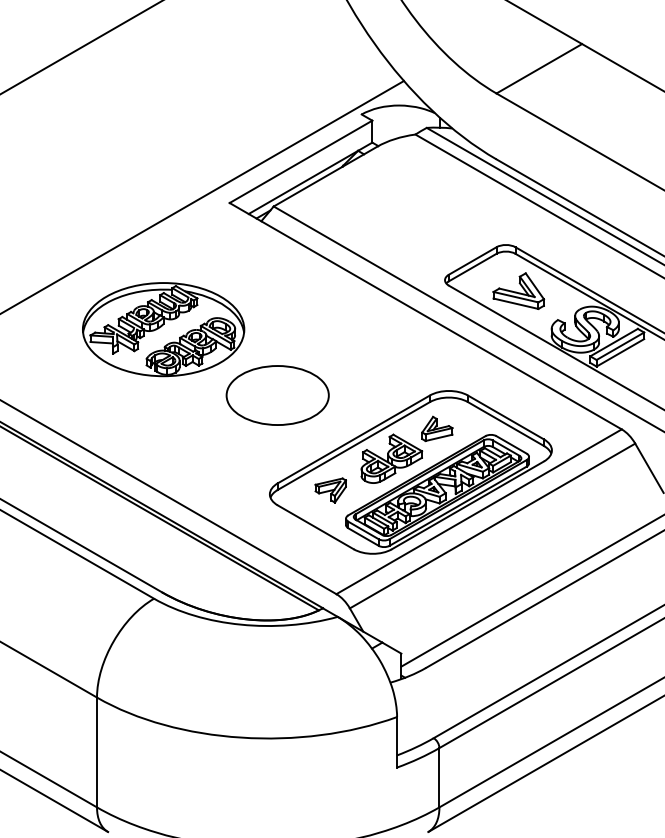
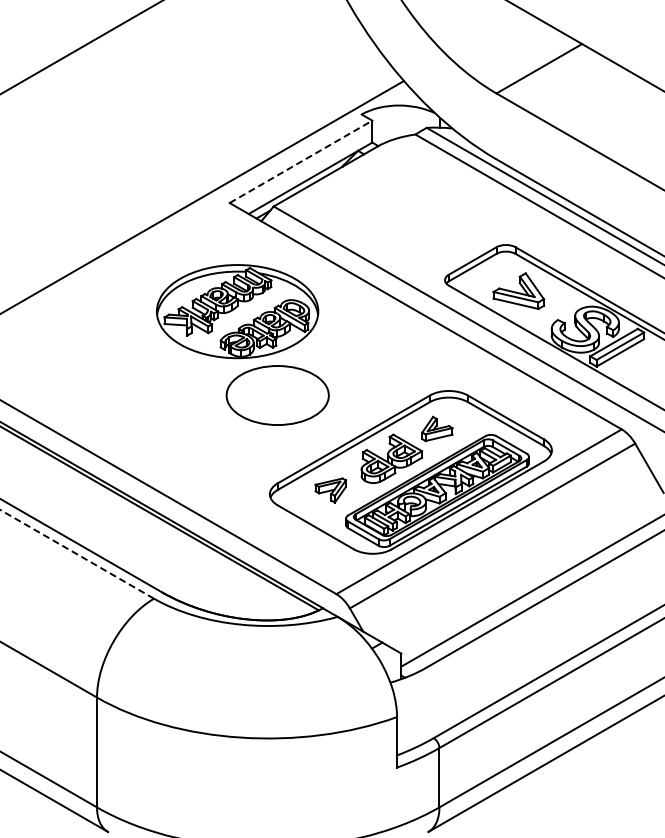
line at (301, 161): solid -> dashed
part at (163, 329) position: (163, 329) -> (237, 311)
line at (77, 554): solid -> dashed
